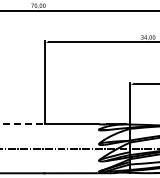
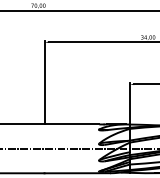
line at (22, 124): dashed -> solid
